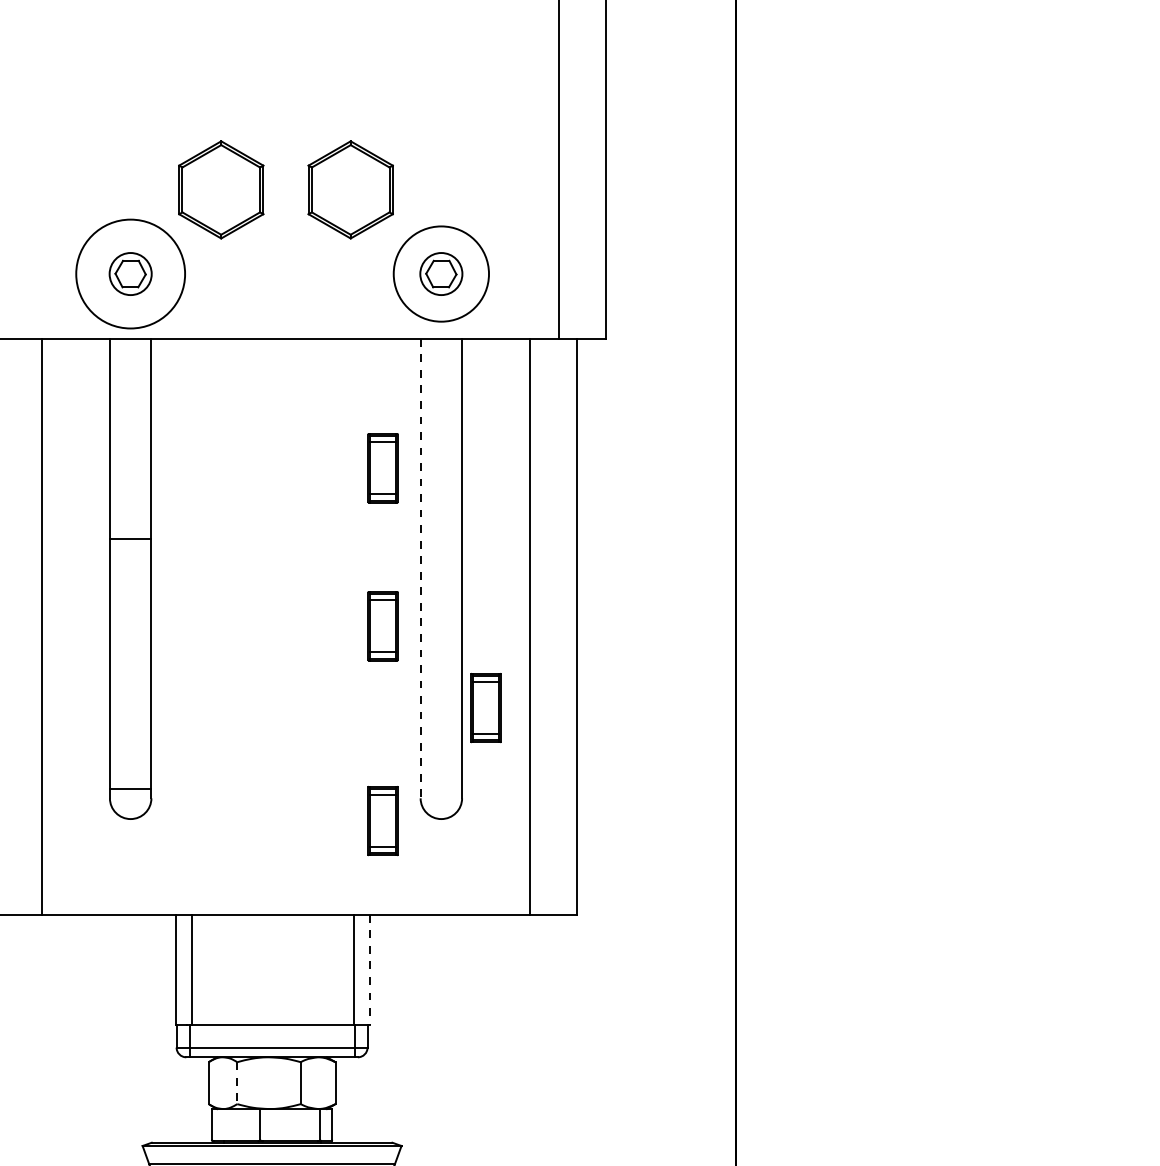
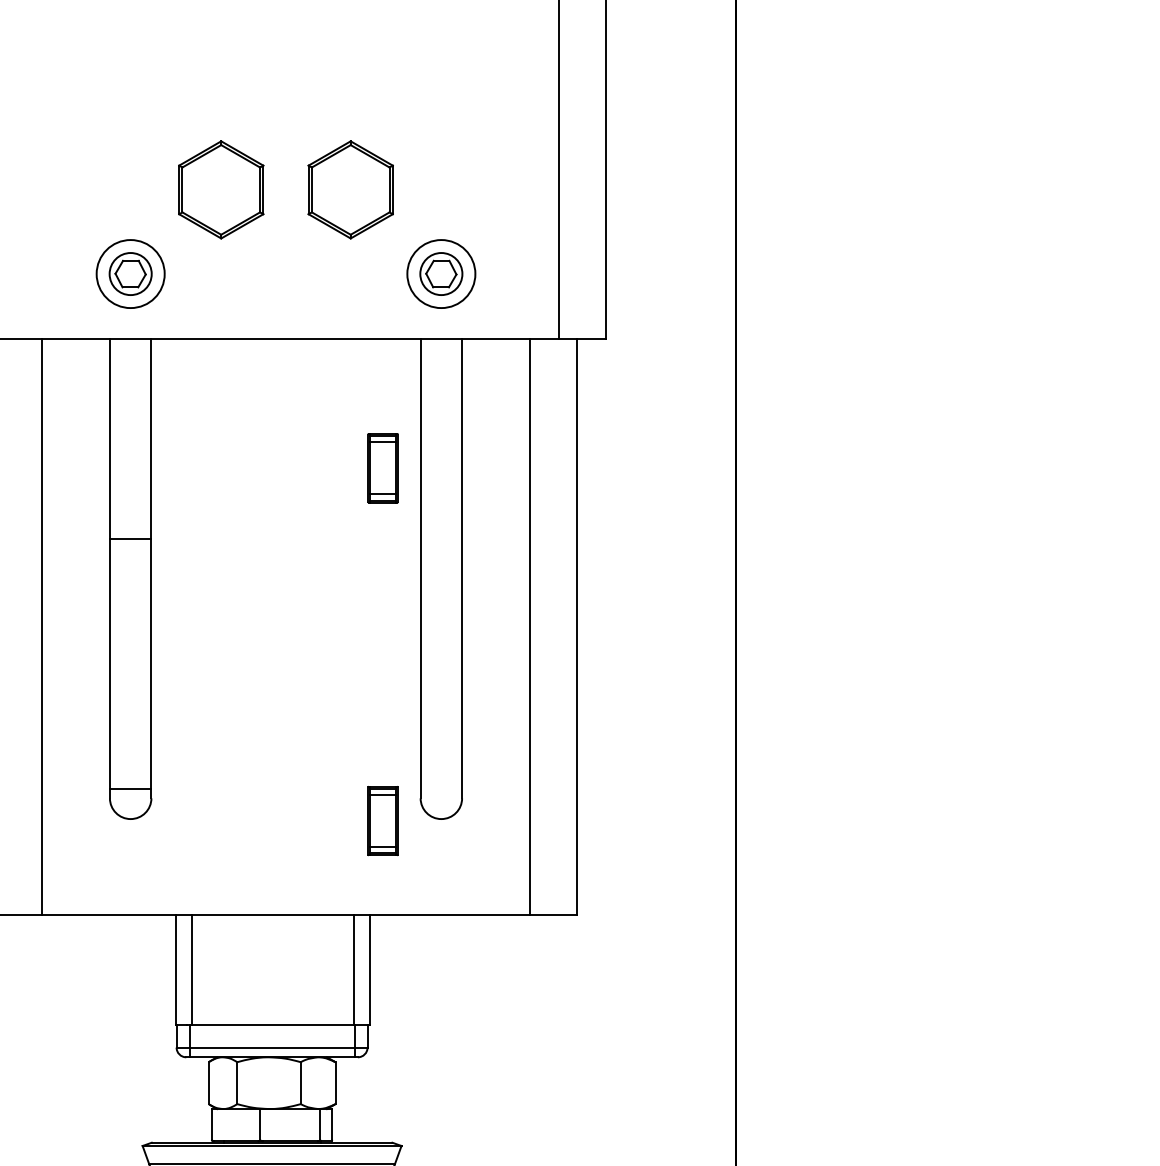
circle at (130, 273) diameter: 109 px -> 68 px
circle at (441, 273) diameter: 95 px -> 68 px
line at (420, 568): dashed -> solid
part at (382, 626): present -> none
part at (485, 708): present -> none
line at (370, 970): dashed -> solid
line at (237, 1083): dashed -> solid
